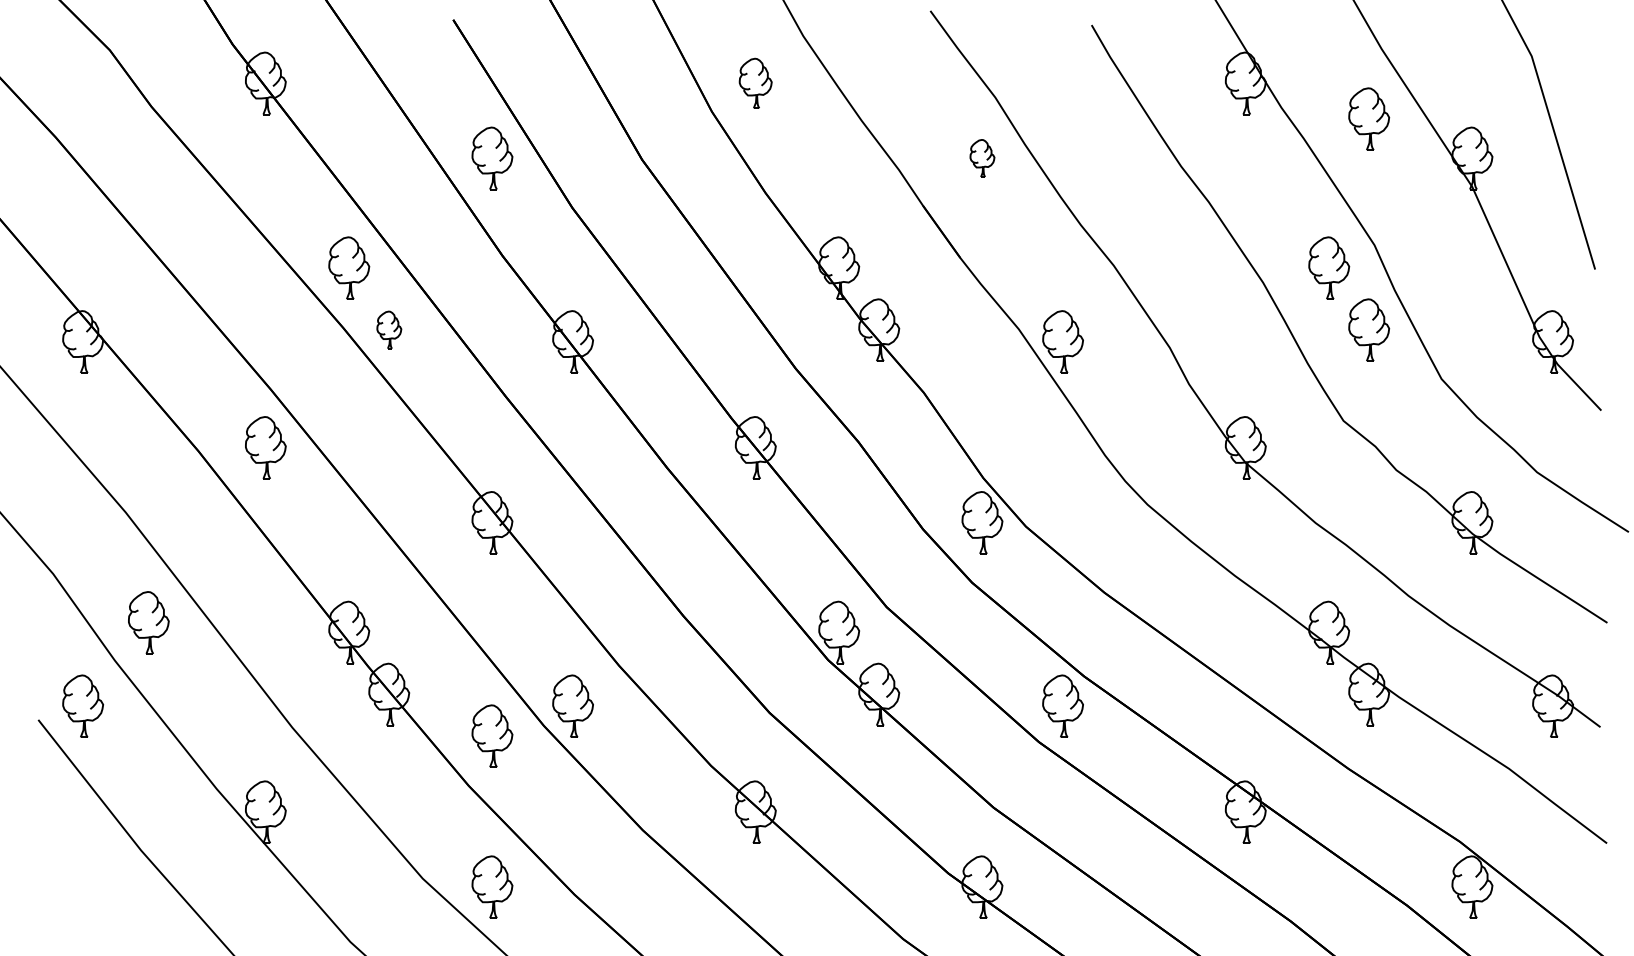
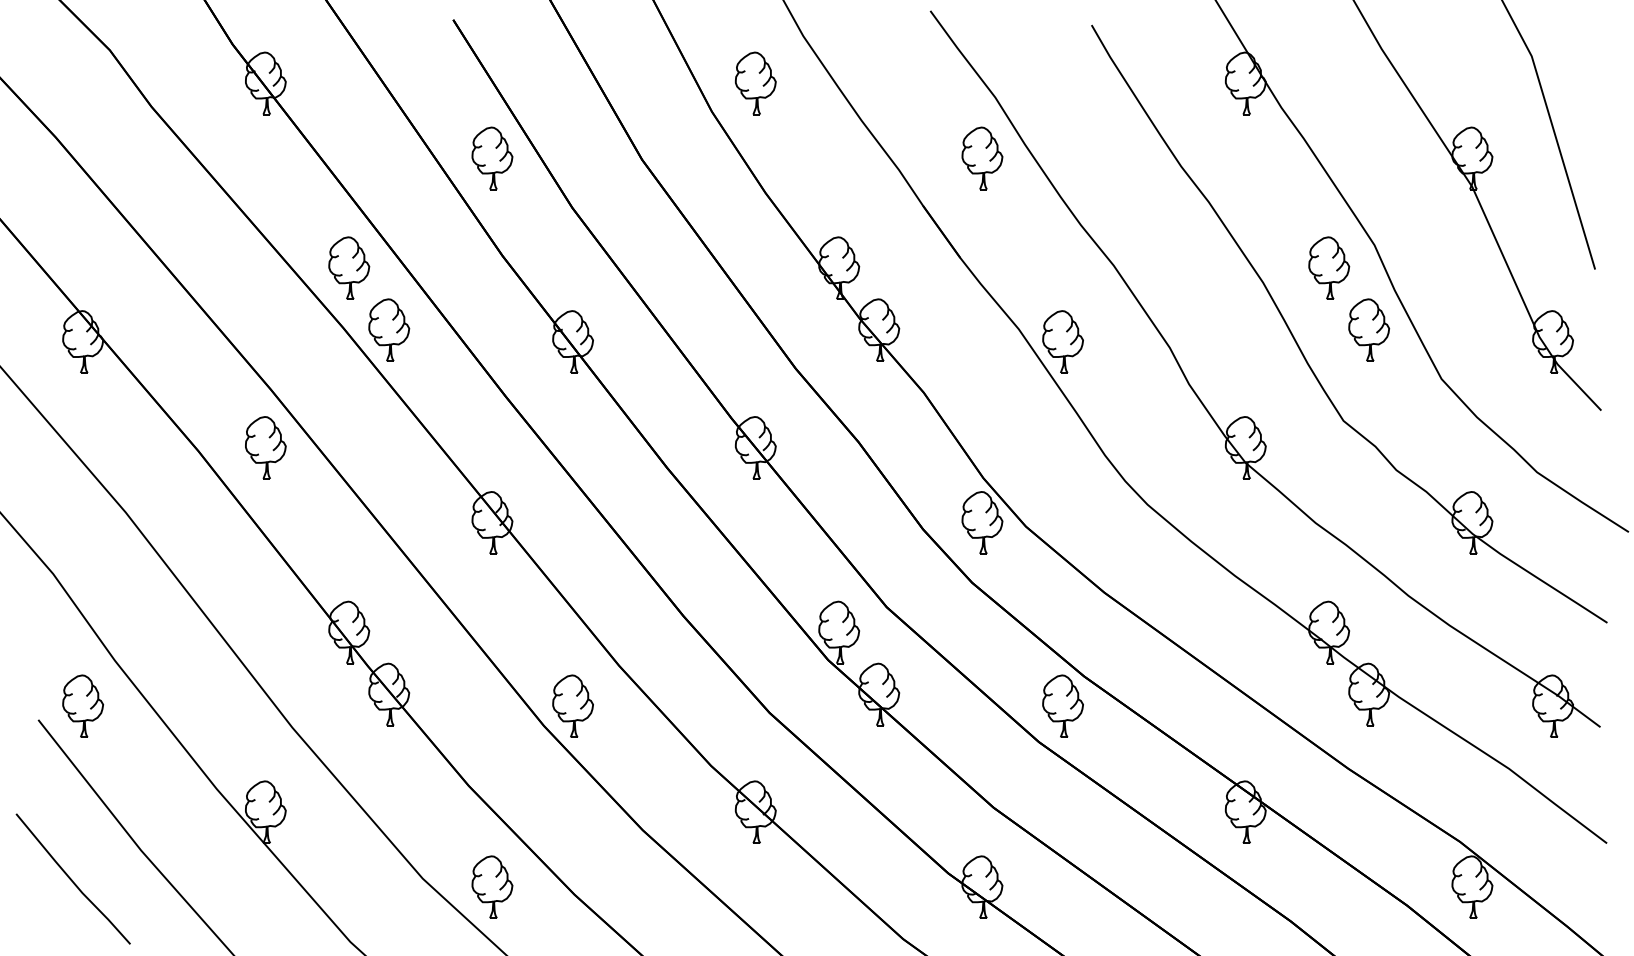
part at (755, 82) size: 35x52 px -> 43x65 px
part at (1369, 118): present -> none
part at (982, 158) size: 27x39 px -> 43x65 px
part at (389, 329) size: 27x40 px -> 43x64 px
part at (148, 622): present -> none
part at (492, 735): present -> none
line at (71, 878): none -> present
